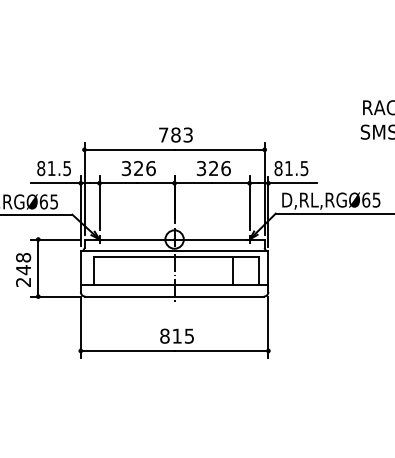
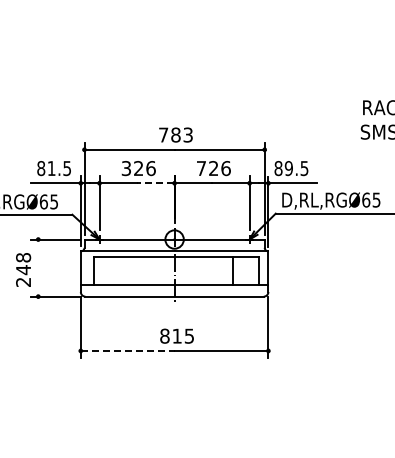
text at (201, 168): 326 -> 726
text at (288, 168): 81.5 -> 89.5
line at (155, 183): solid -> dashed
line at (38, 267): present -> none
line at (127, 350): solid -> dashed
